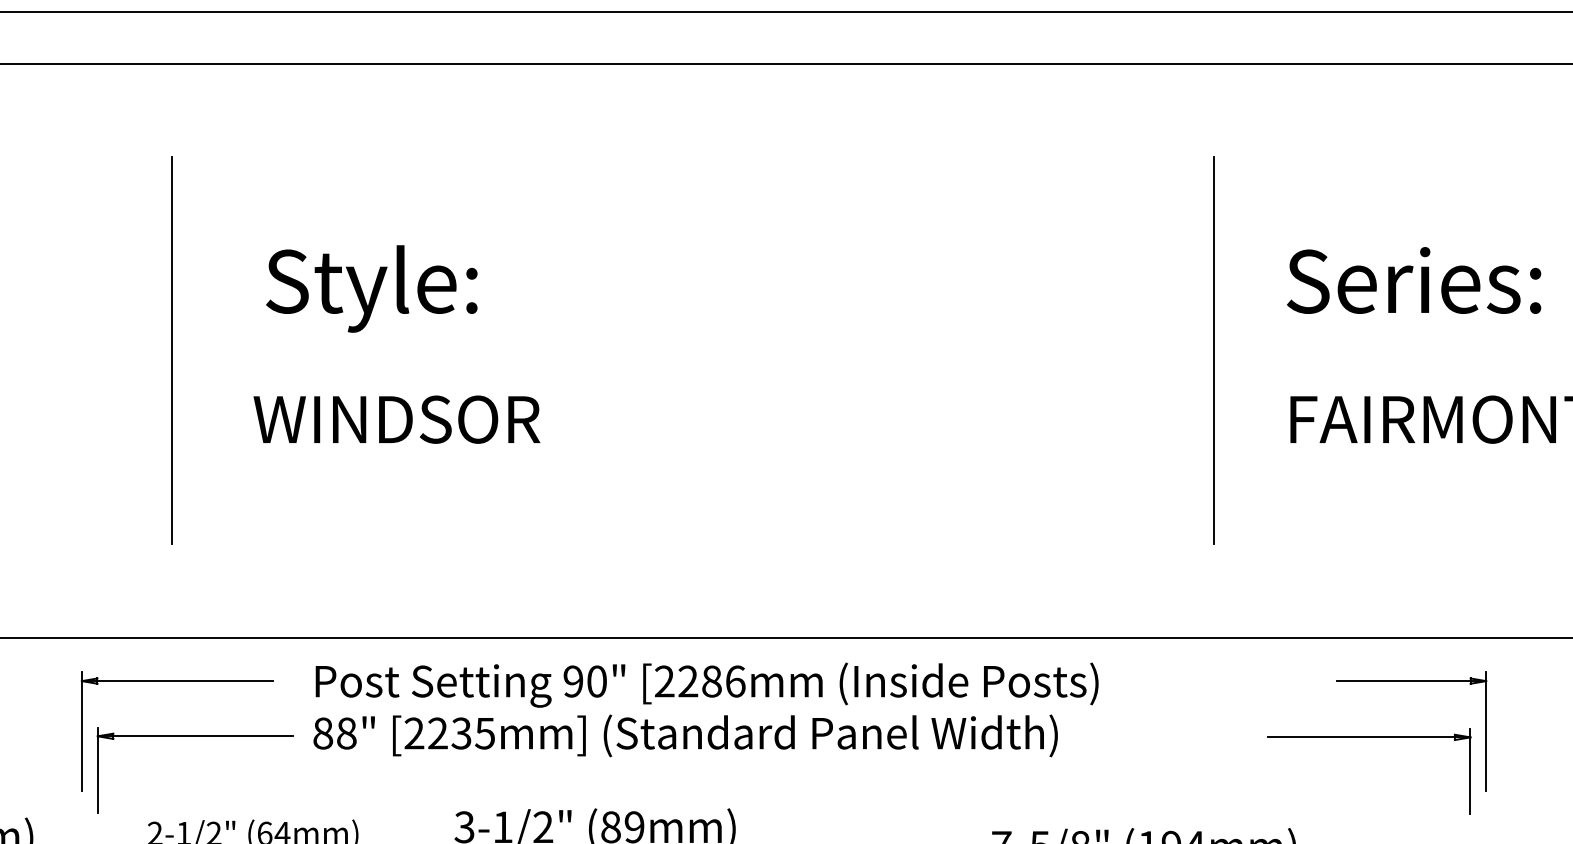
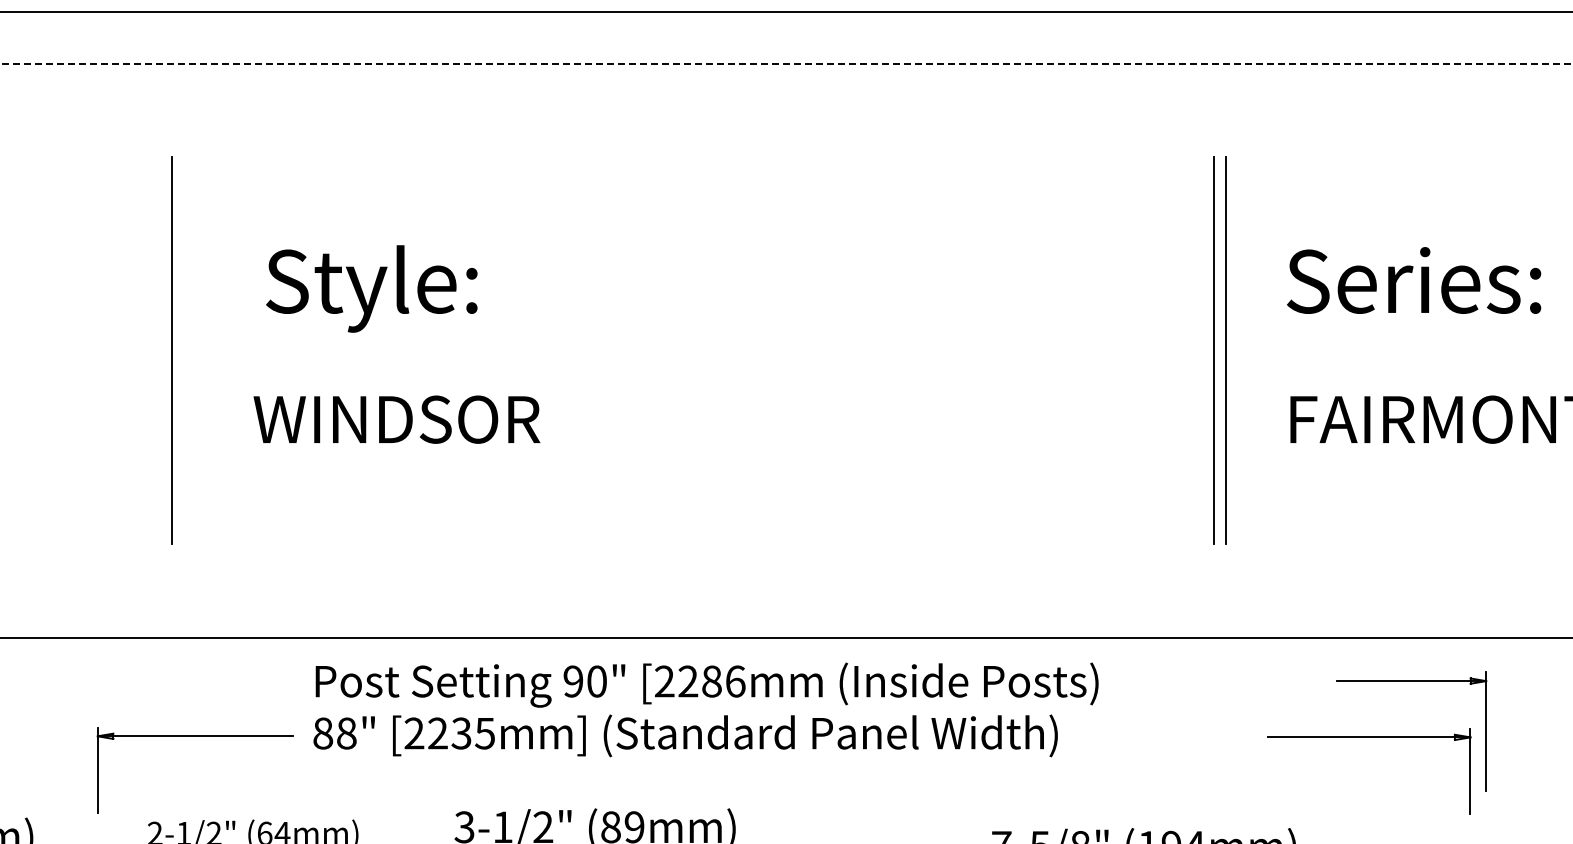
line at (786, 63): solid -> dashed
line at (1225, 350): none -> present
part at (176, 681): present -> none
